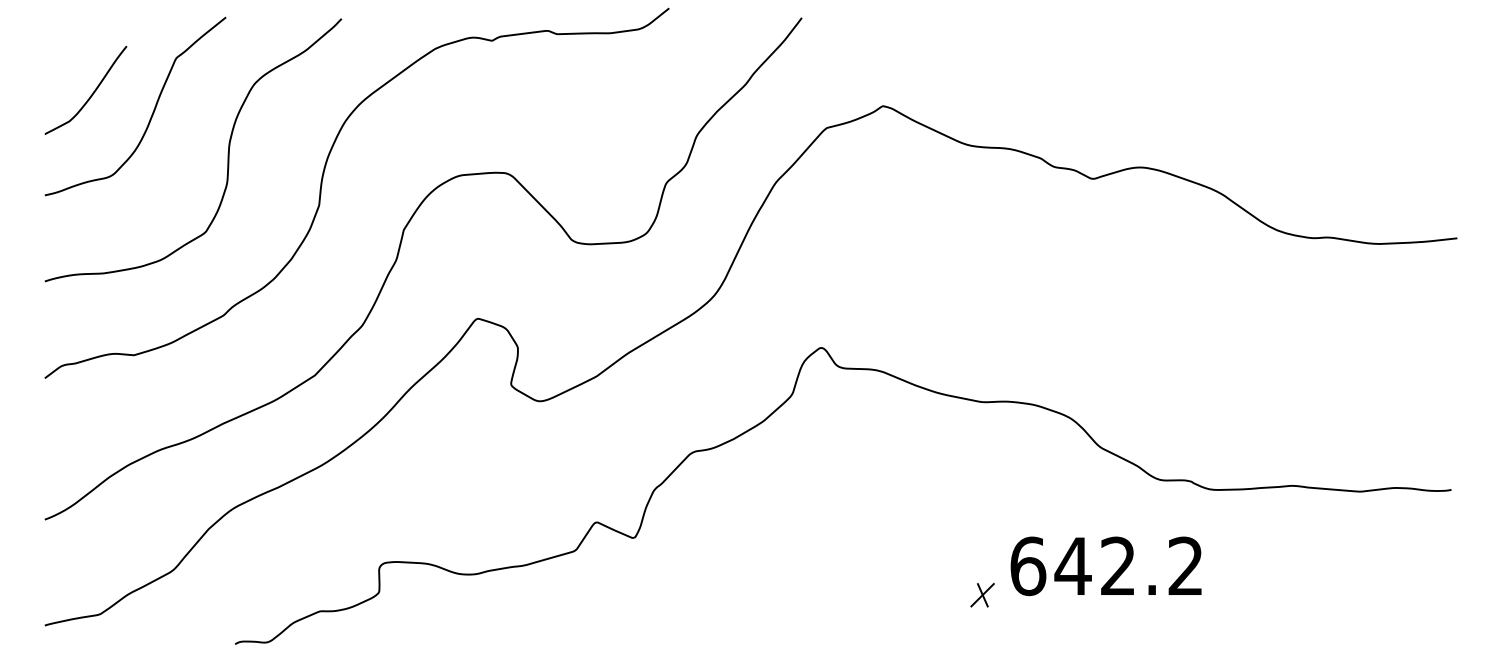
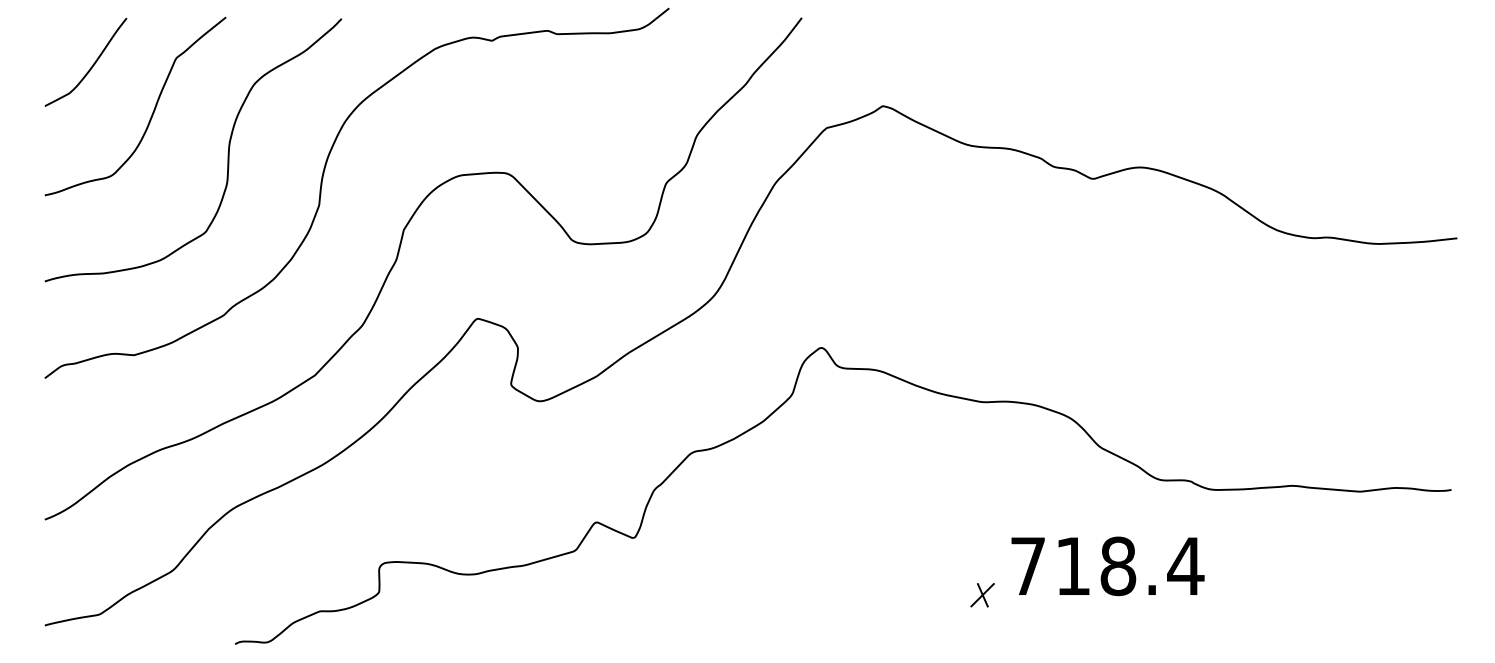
curve at (92, 92) position: (92, 92) -> (92, 64)
text at (1107, 566): 642.2 -> 718.4
